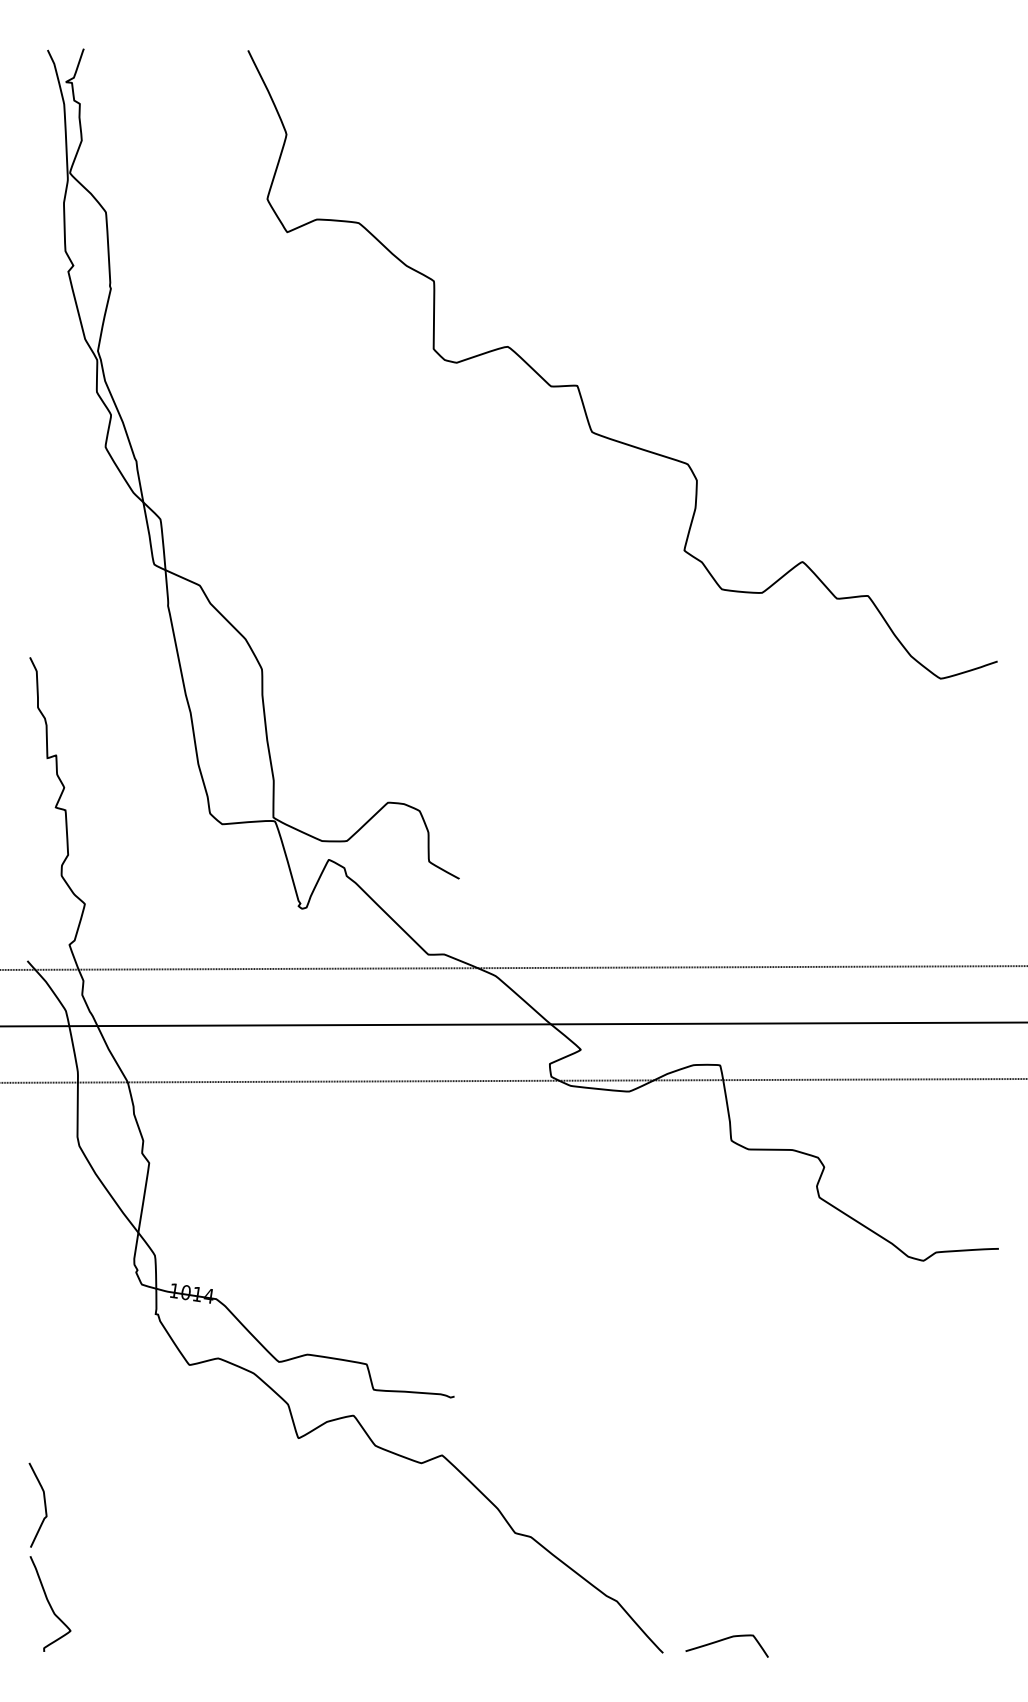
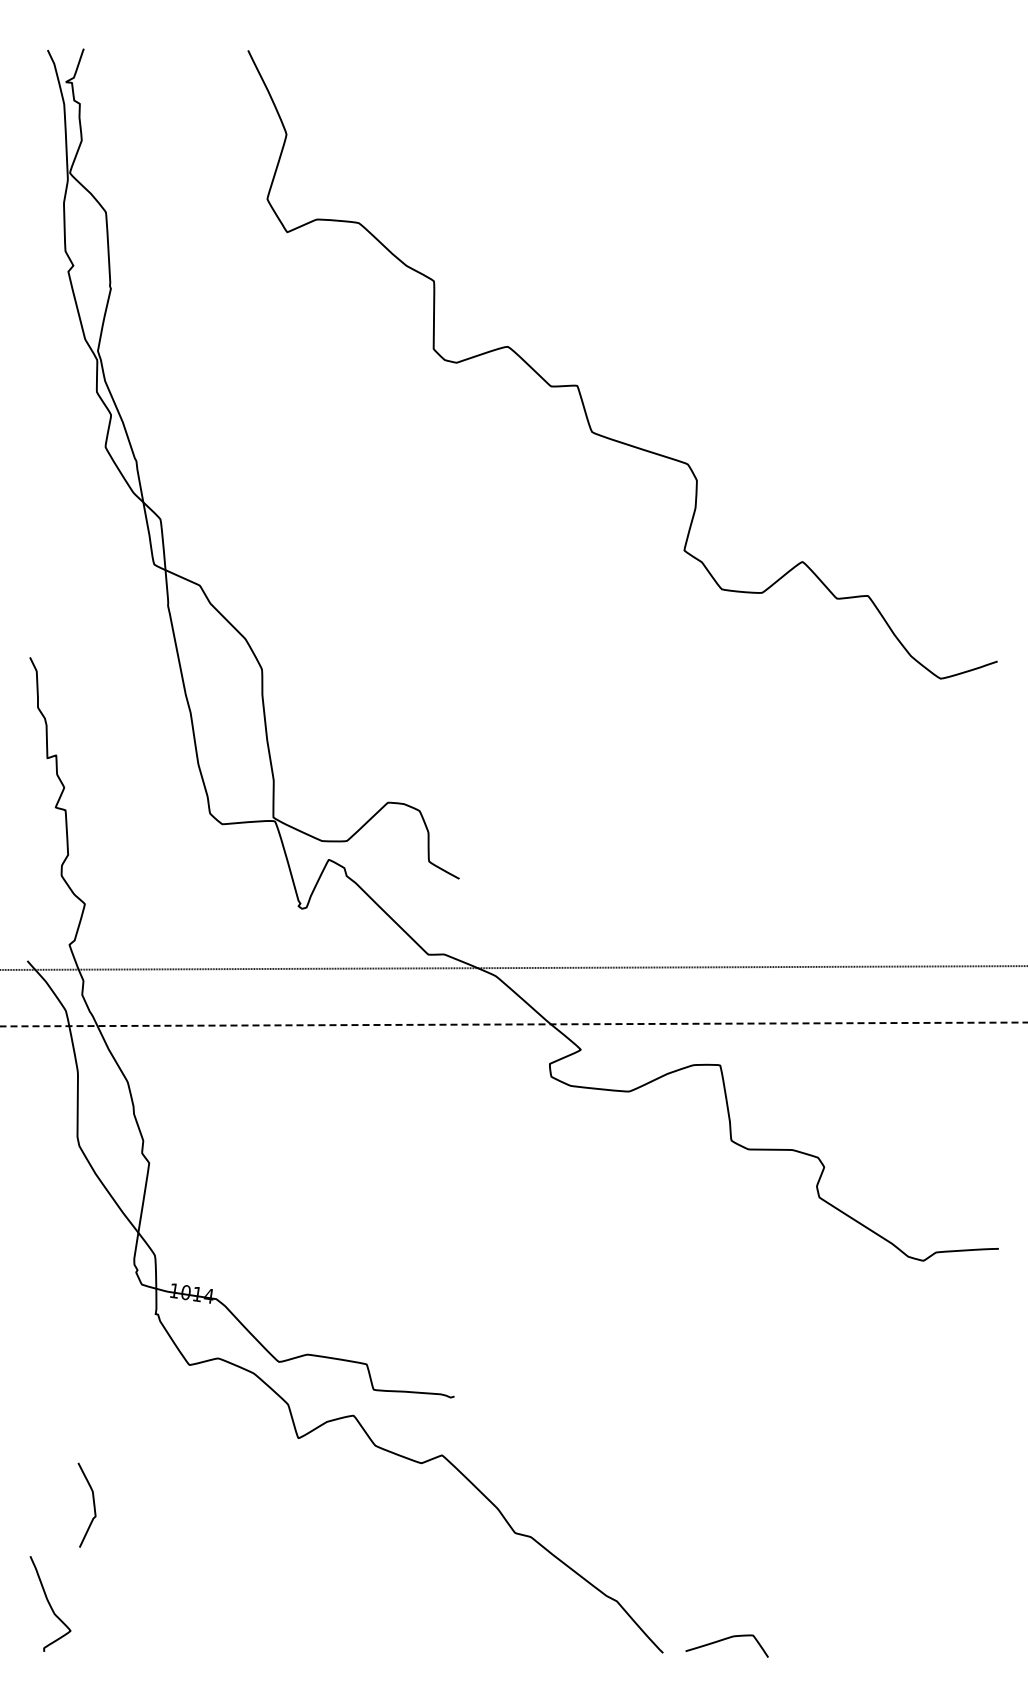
line at (513, 1024): solid -> dashed
line at (513, 1080): present -> none
curve at (44, 1504) position: (44, 1504) -> (93, 1504)
